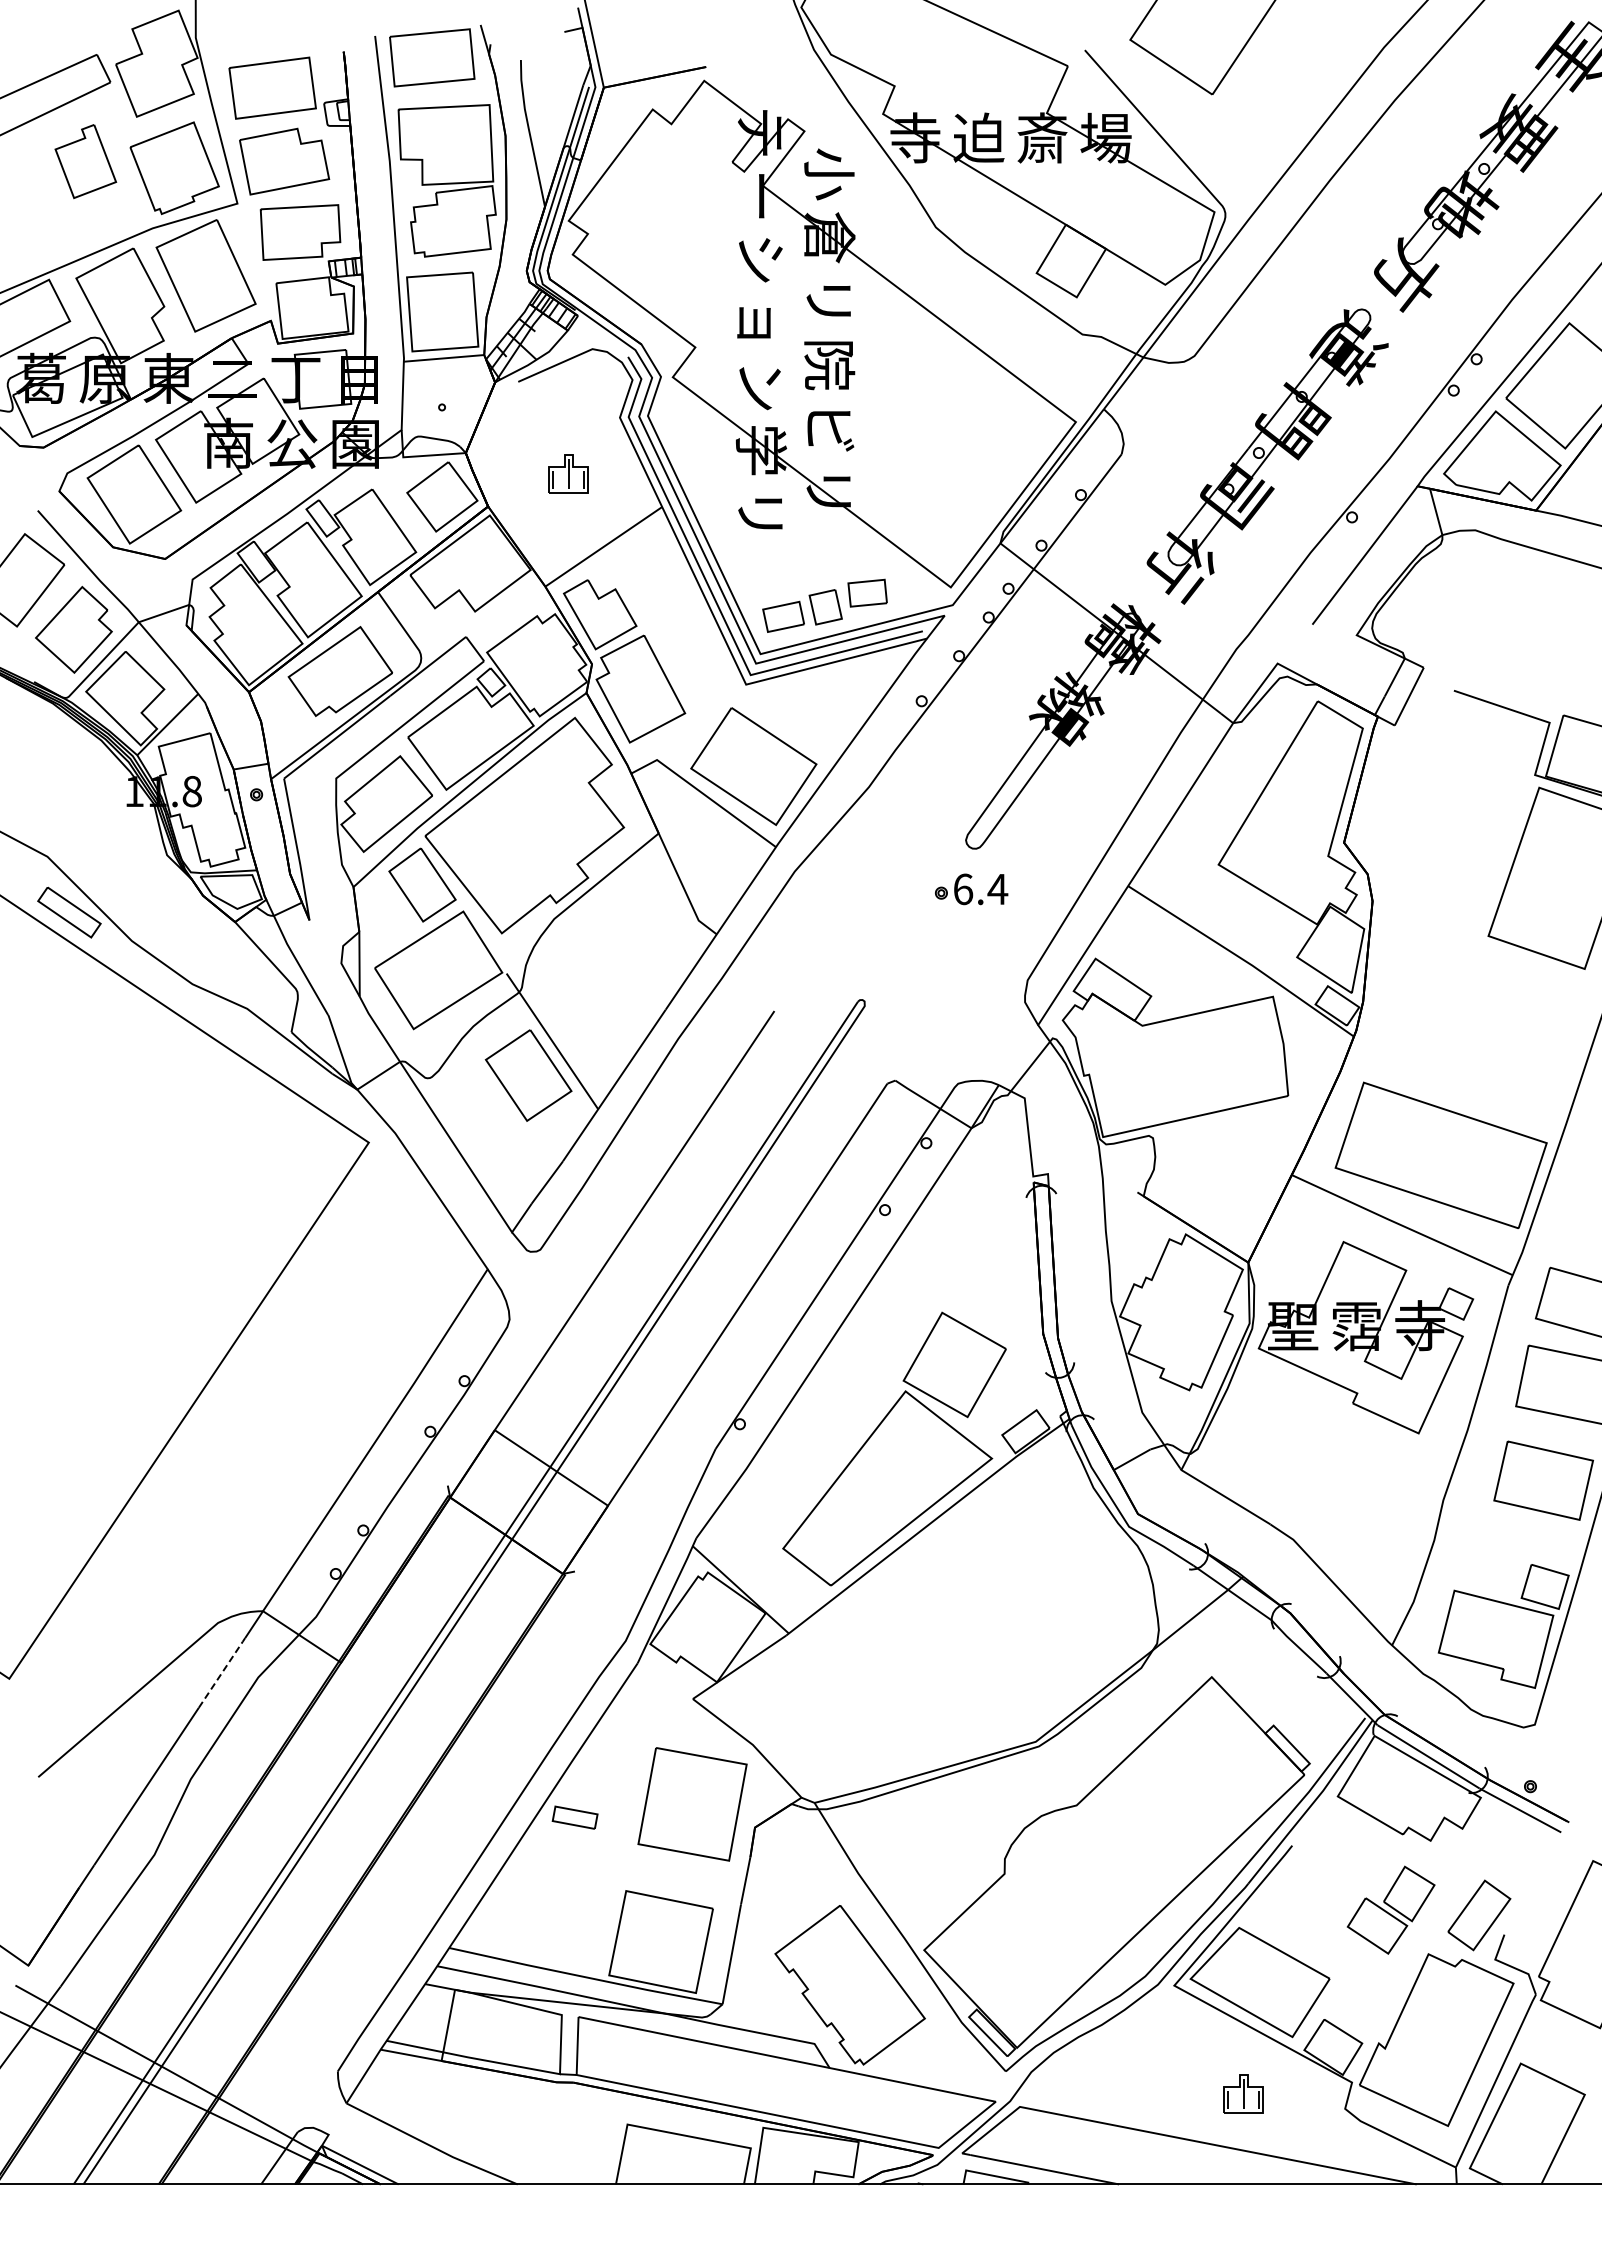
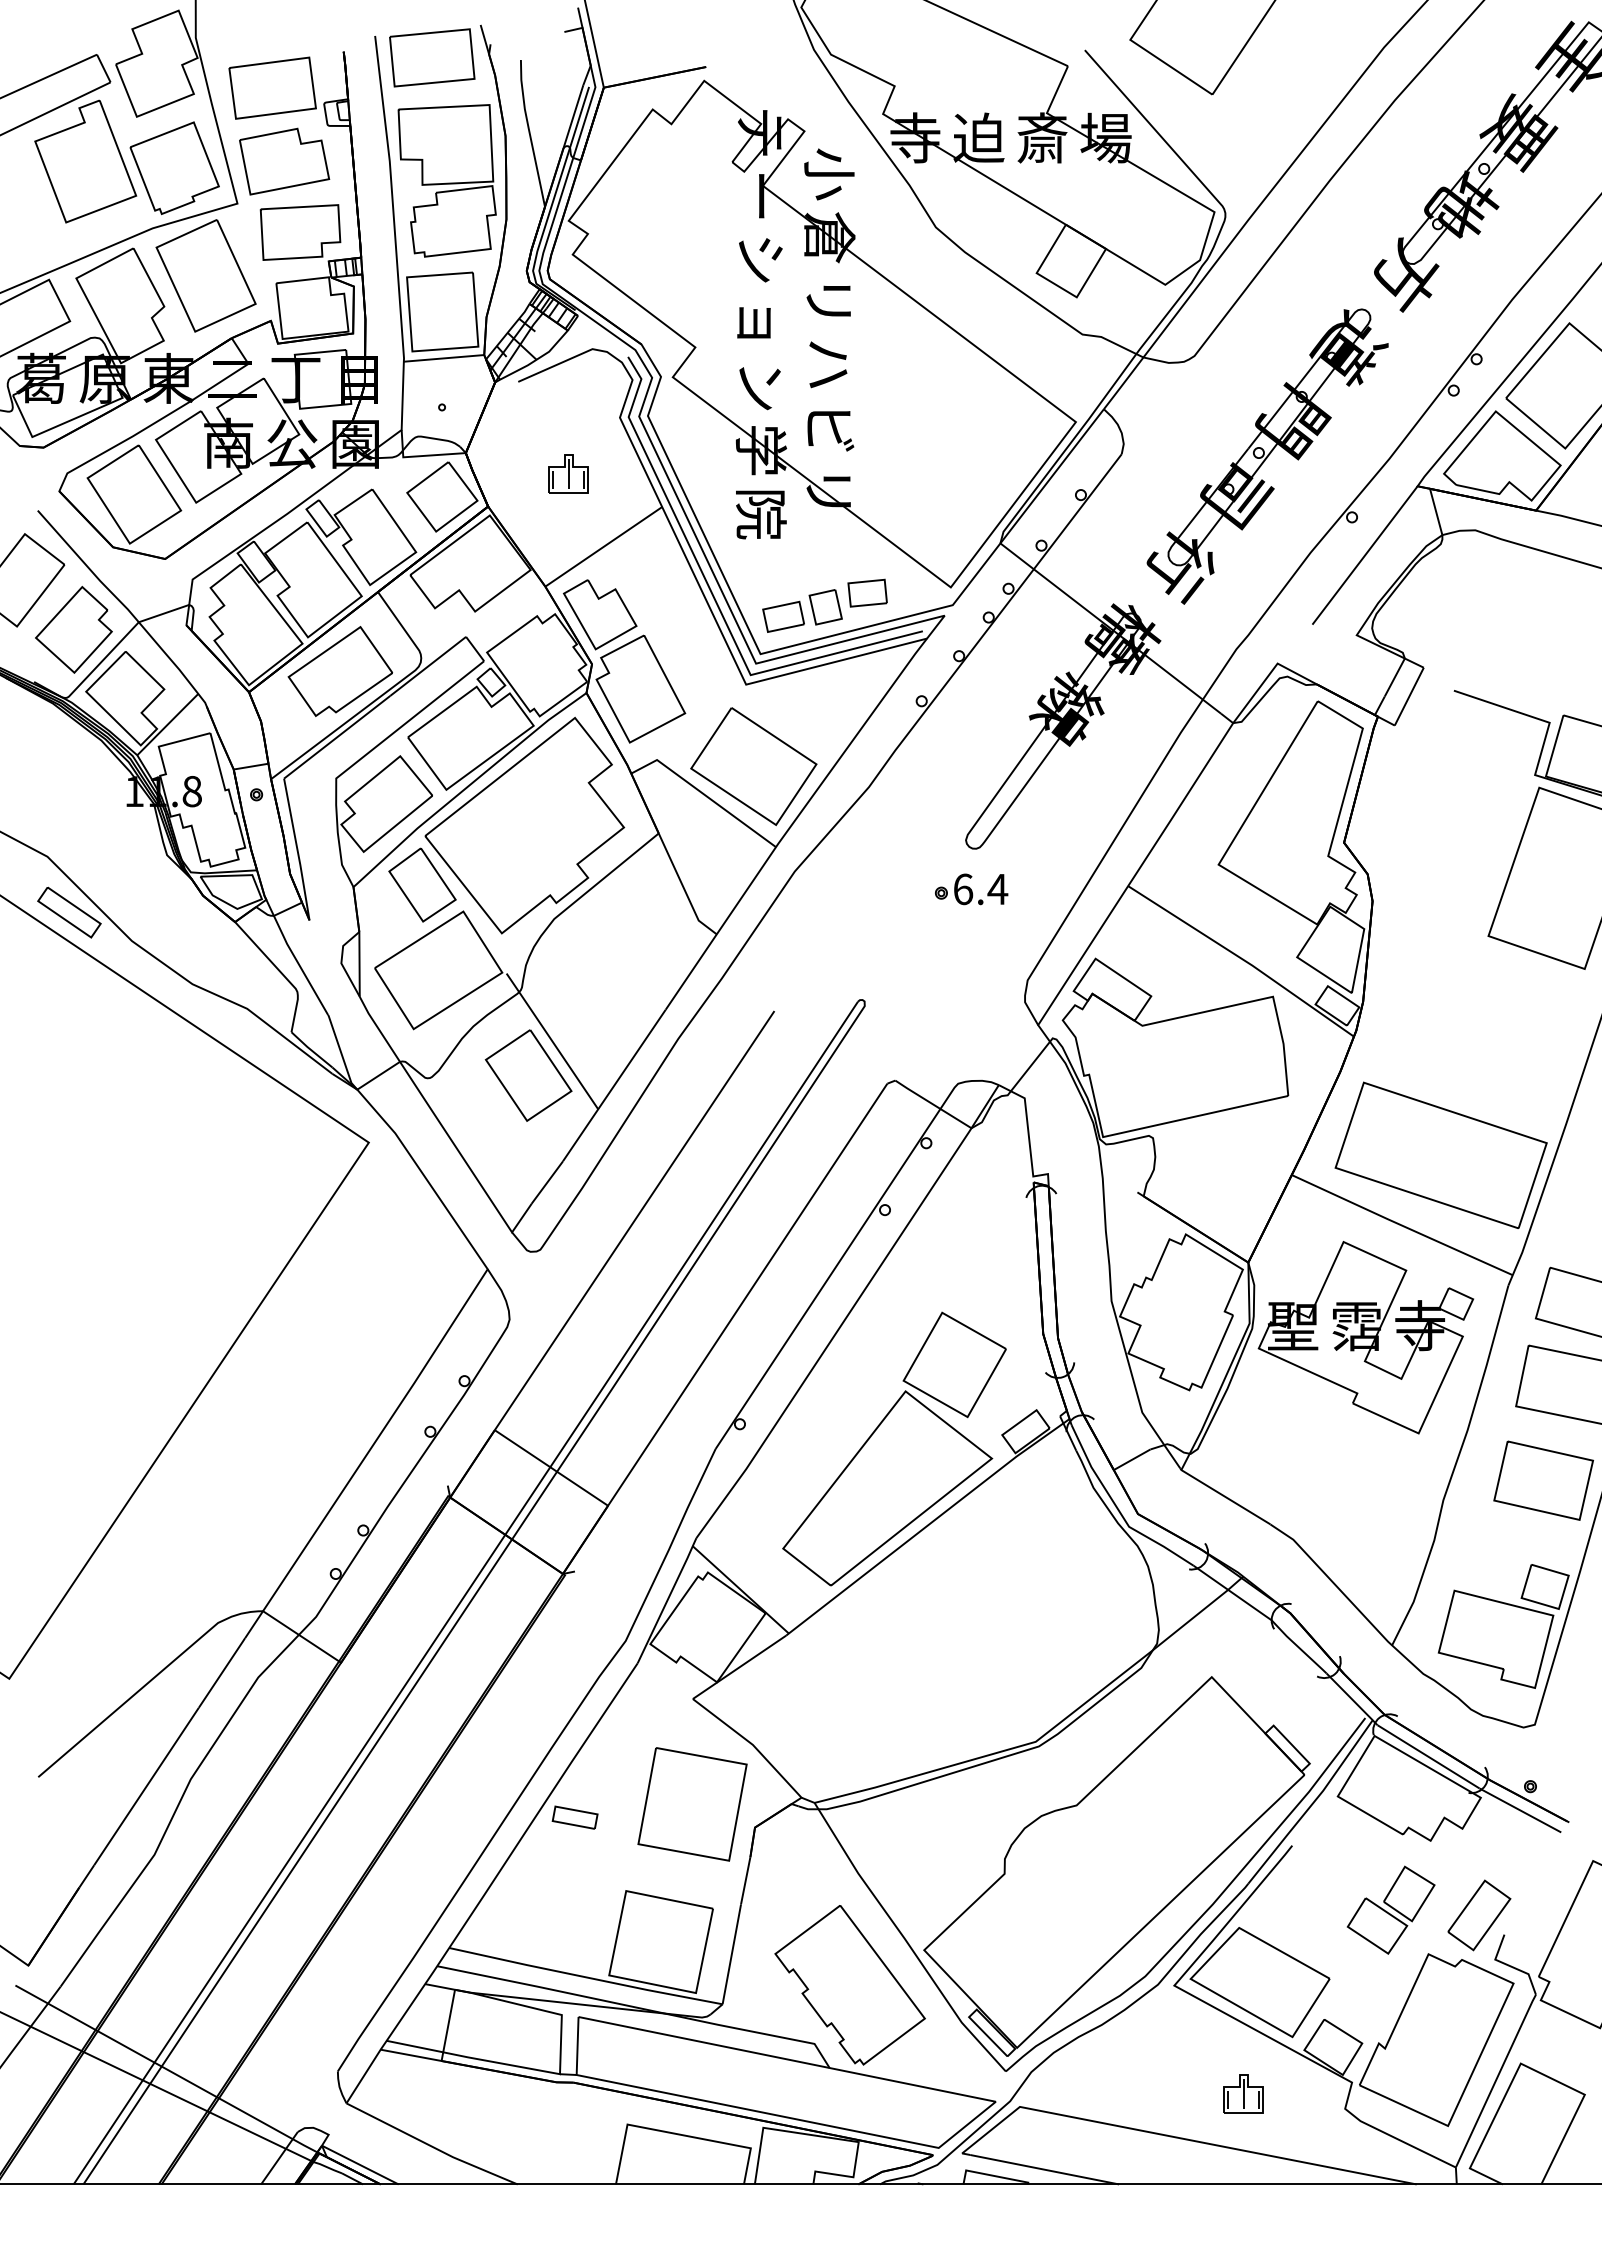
part at (85, 161) size: 64x76 px -> 104x125 px
text at (829, 365): 院 -> ハ
text at (761, 514): リ -> 院
line at (222, 1672): dashed -> solid
